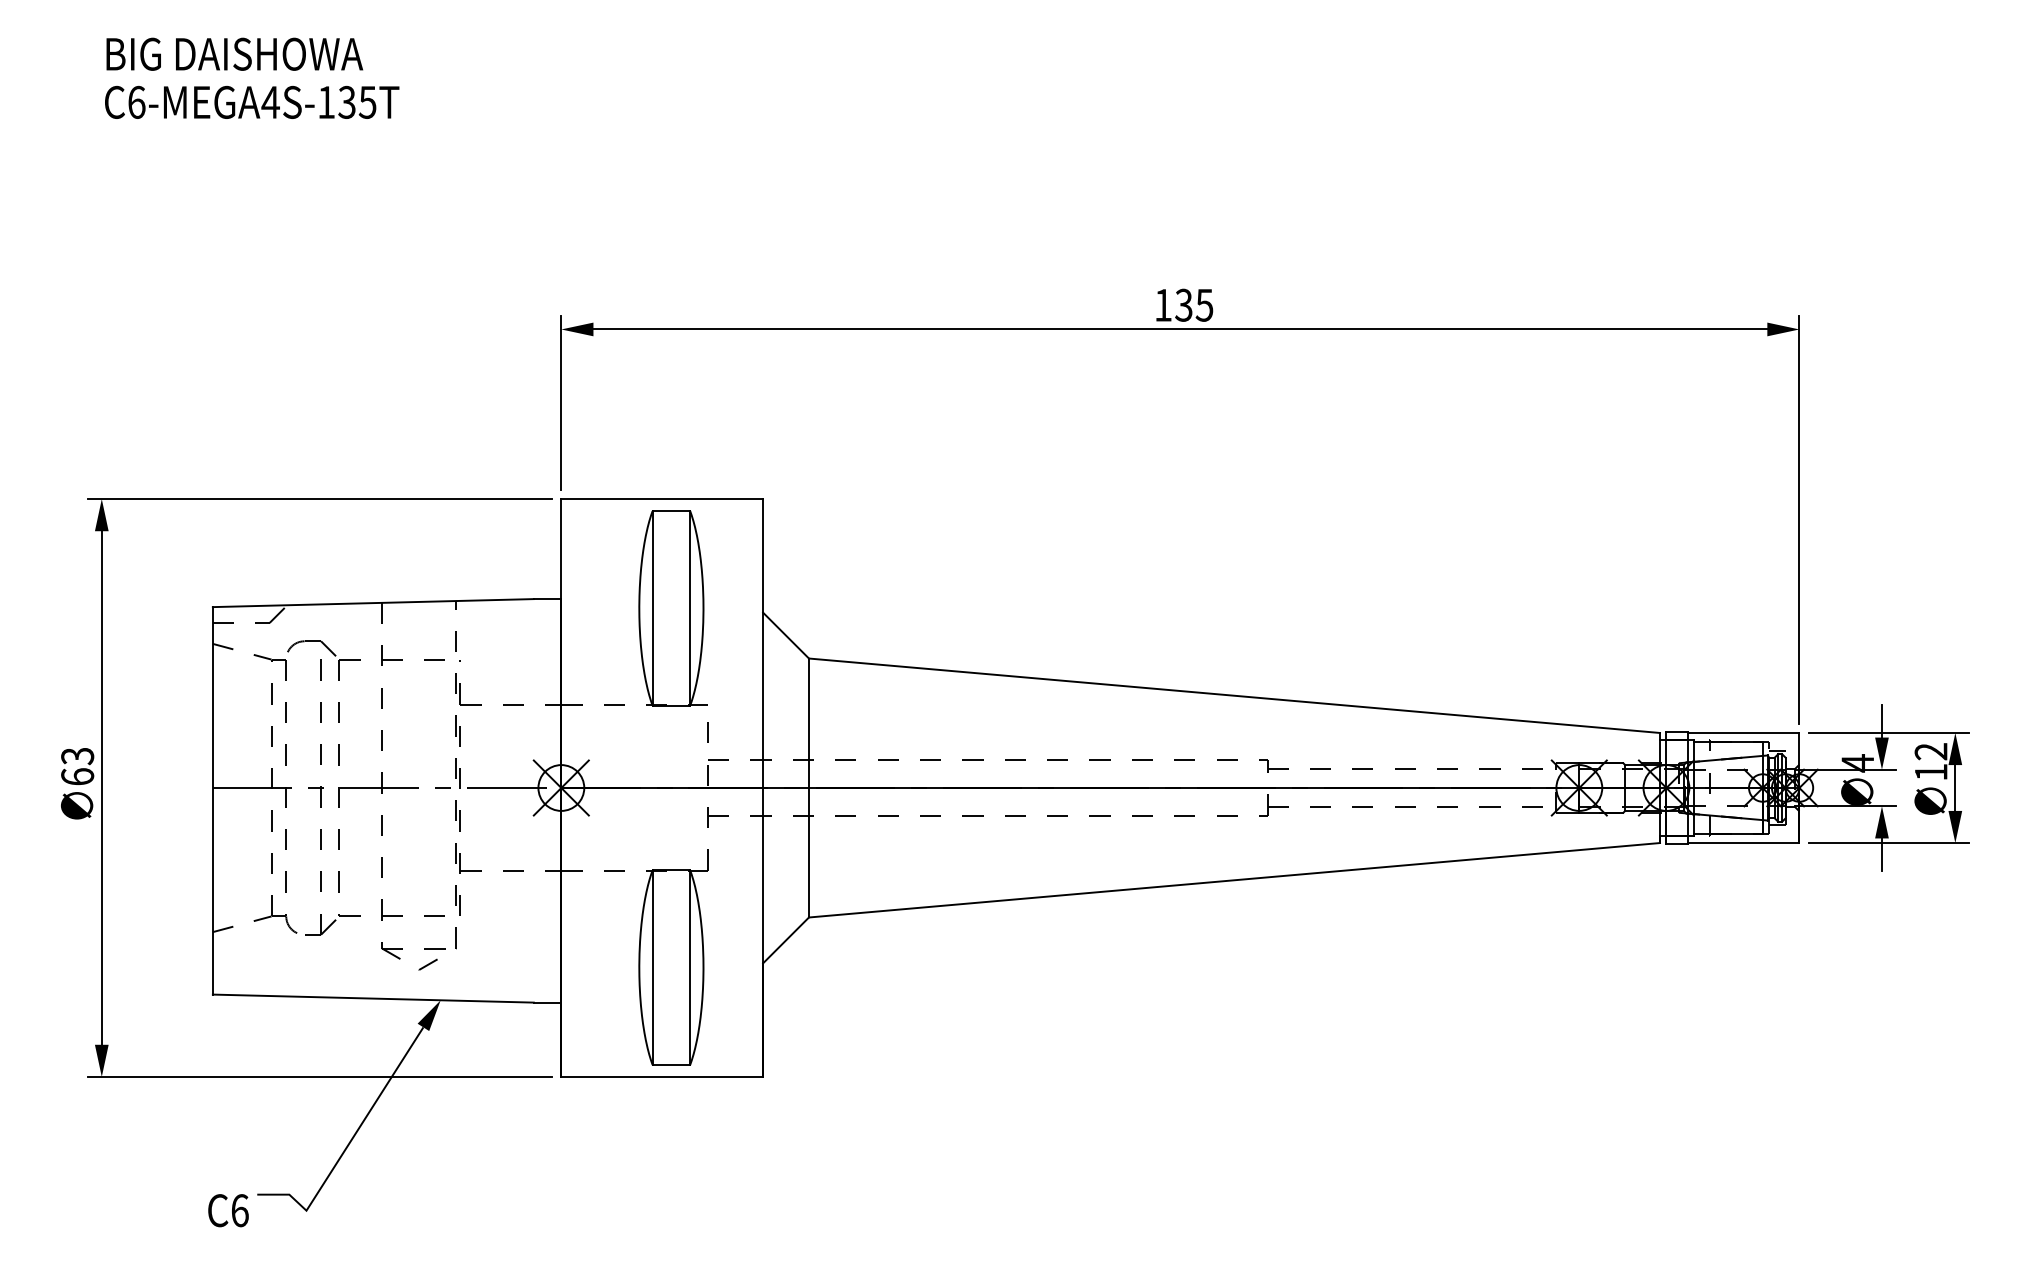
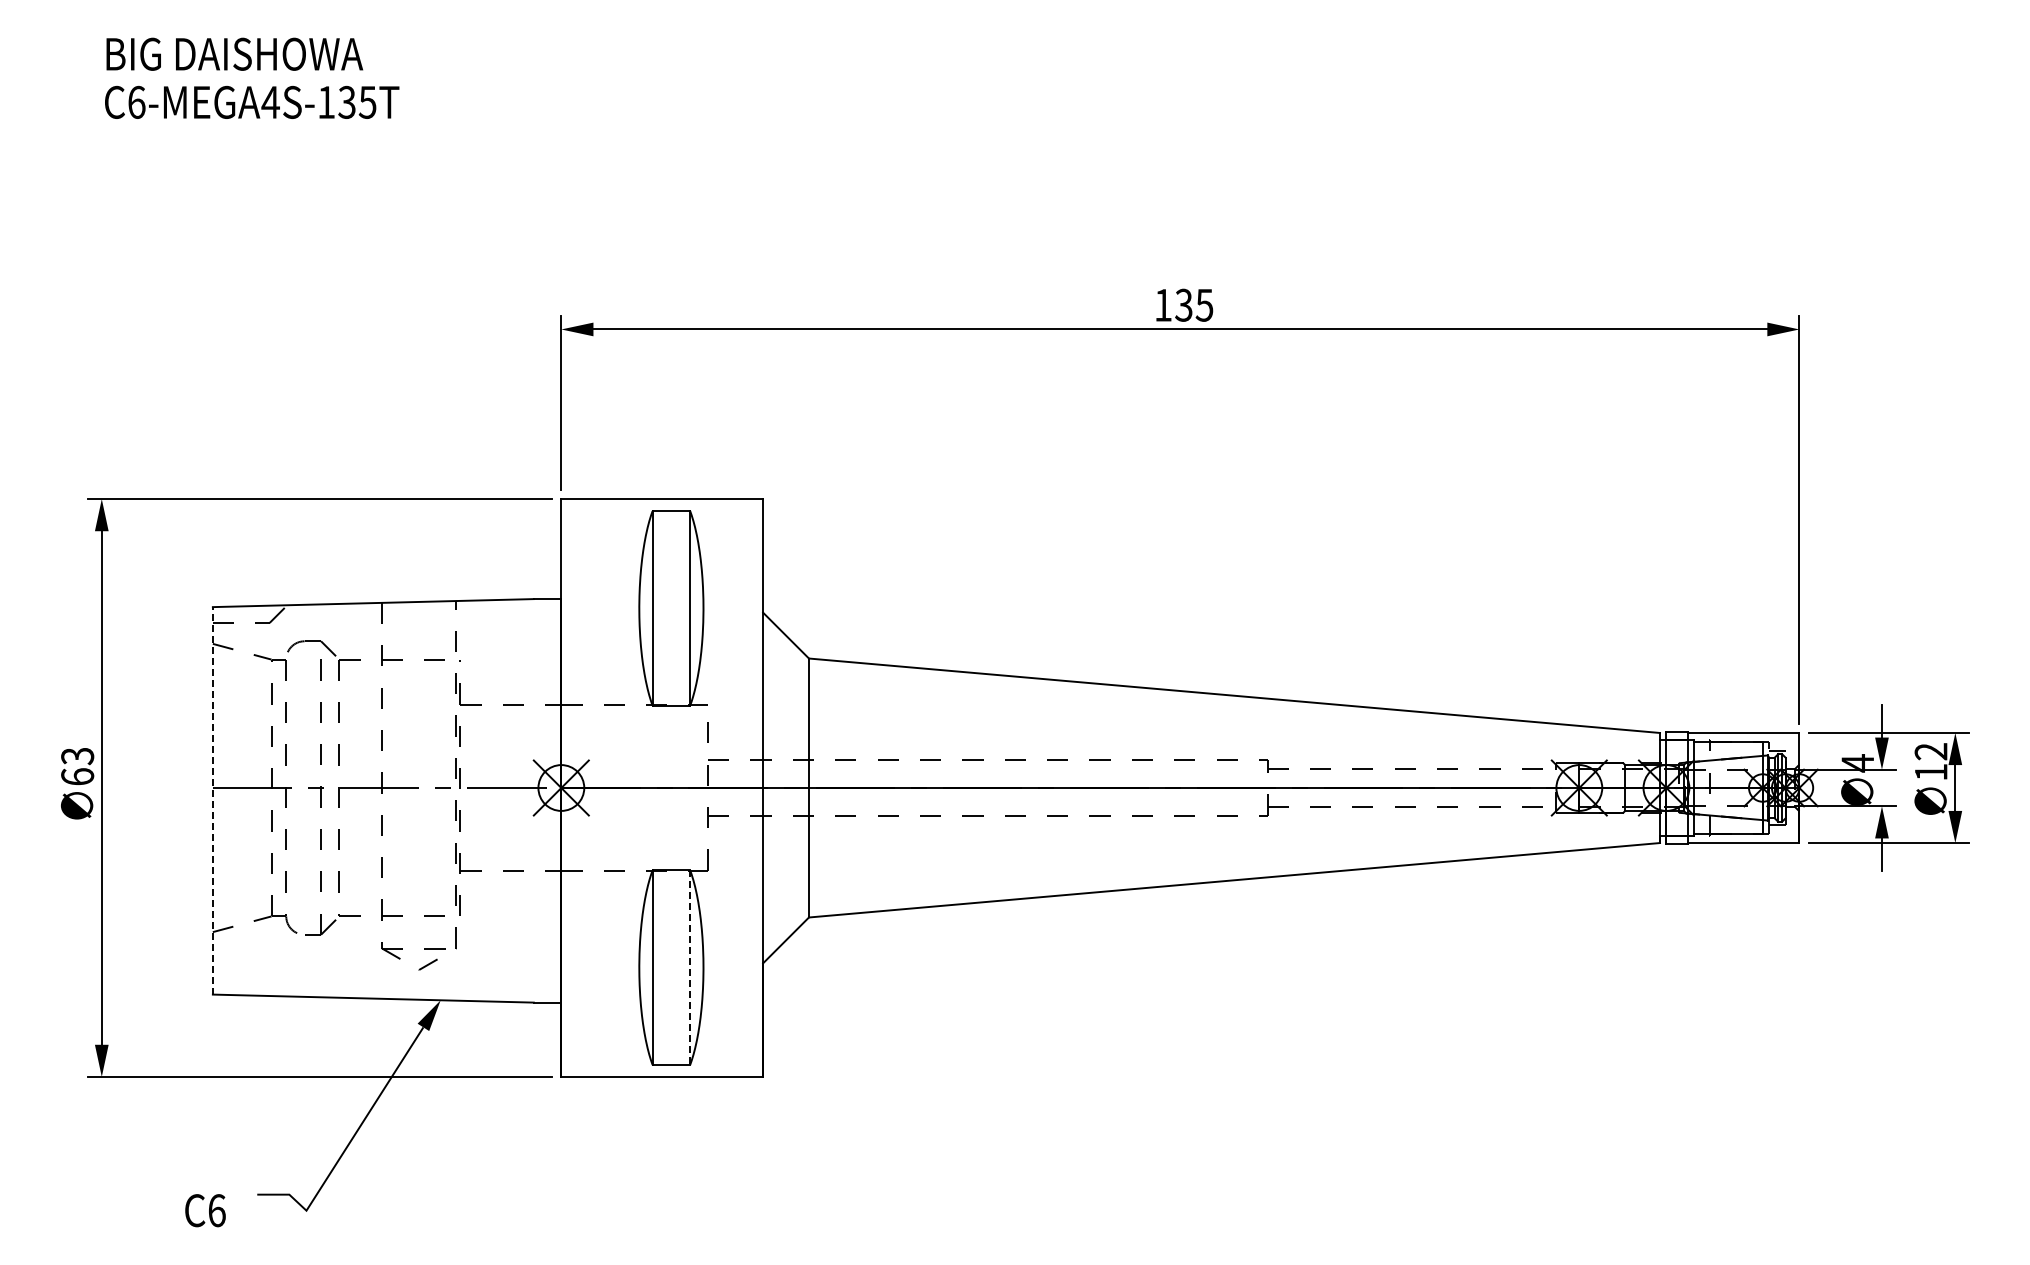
line at (212, 800): solid -> dashed
line at (690, 968): solid -> dashed
text at (228, 1210) position: (228, 1210) -> (205, 1210)
